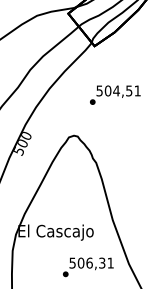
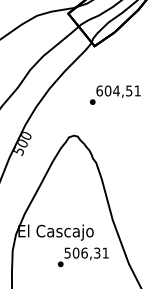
text at (99, 90): 504,51 -> 604,51
text at (88, 267) position: (88, 267) -> (83, 257)
